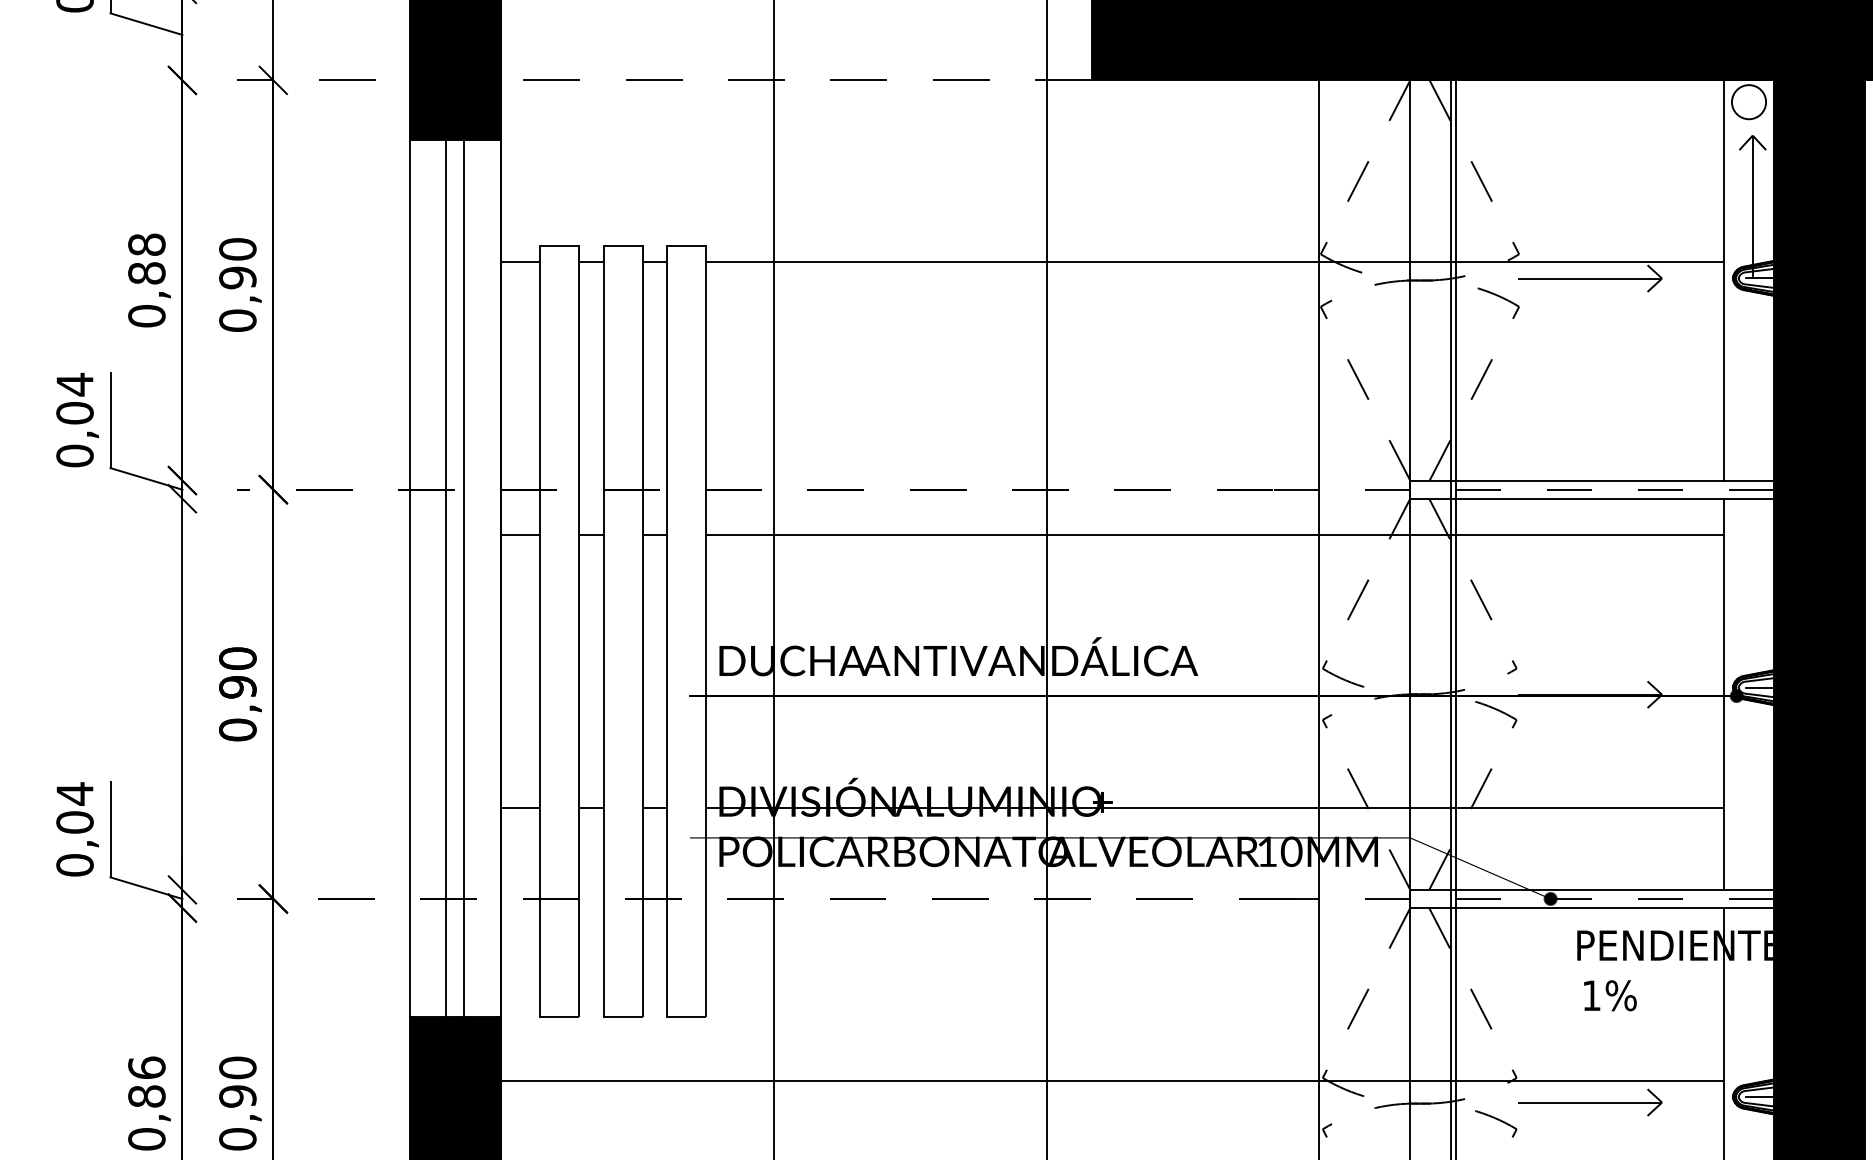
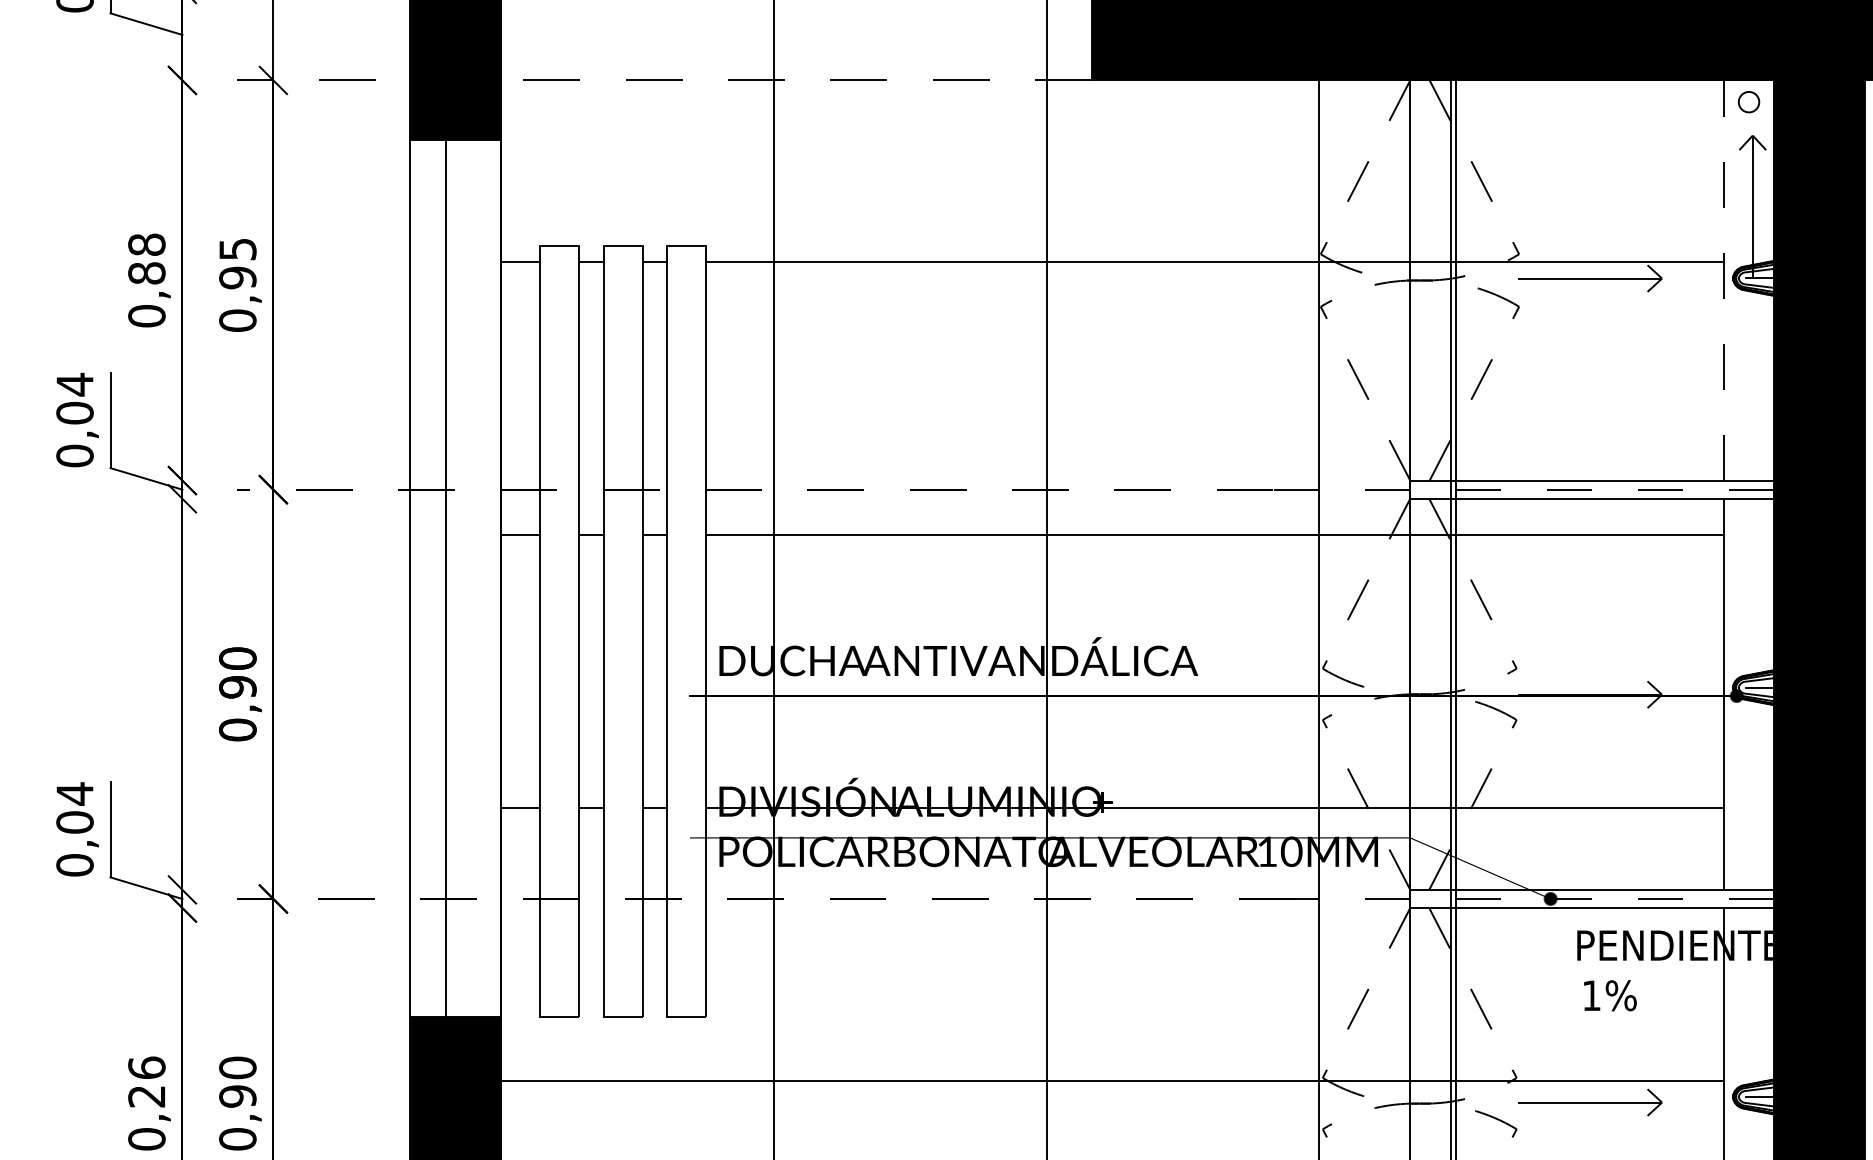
circle at (1748, 102) diameter: 34 px -> 20 px
text at (237, 249): 0,90 -> 0,95
line at (1724, 280): solid -> dashed
line at (464, 578): present -> none
text at (146, 1096): 0,86 -> 0,26
